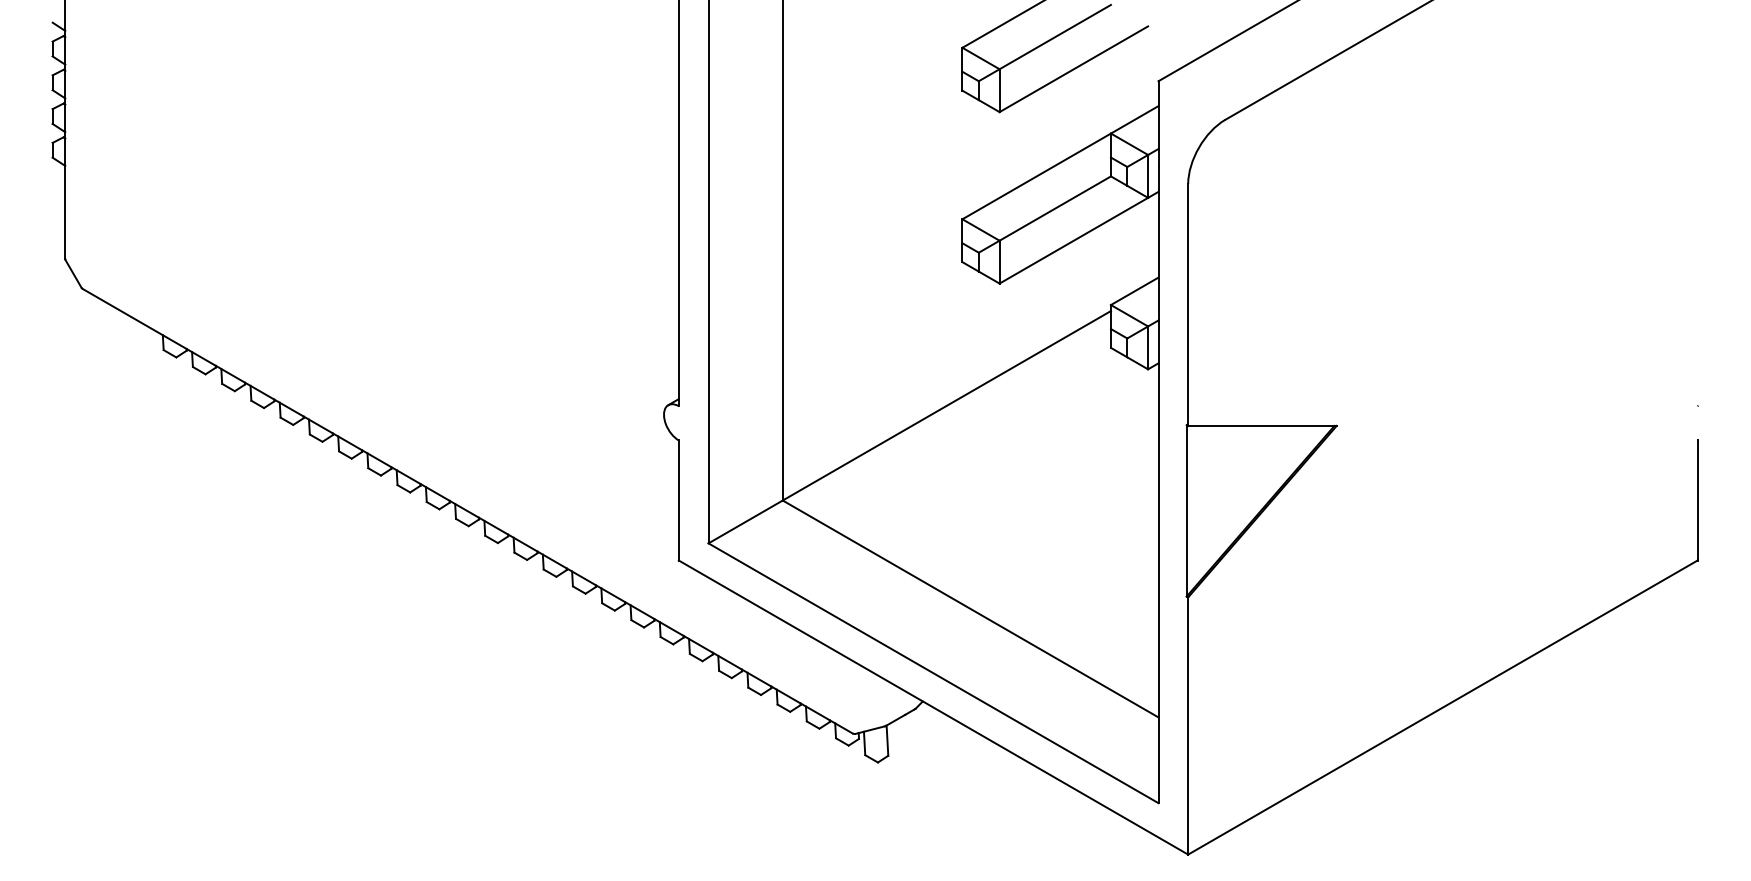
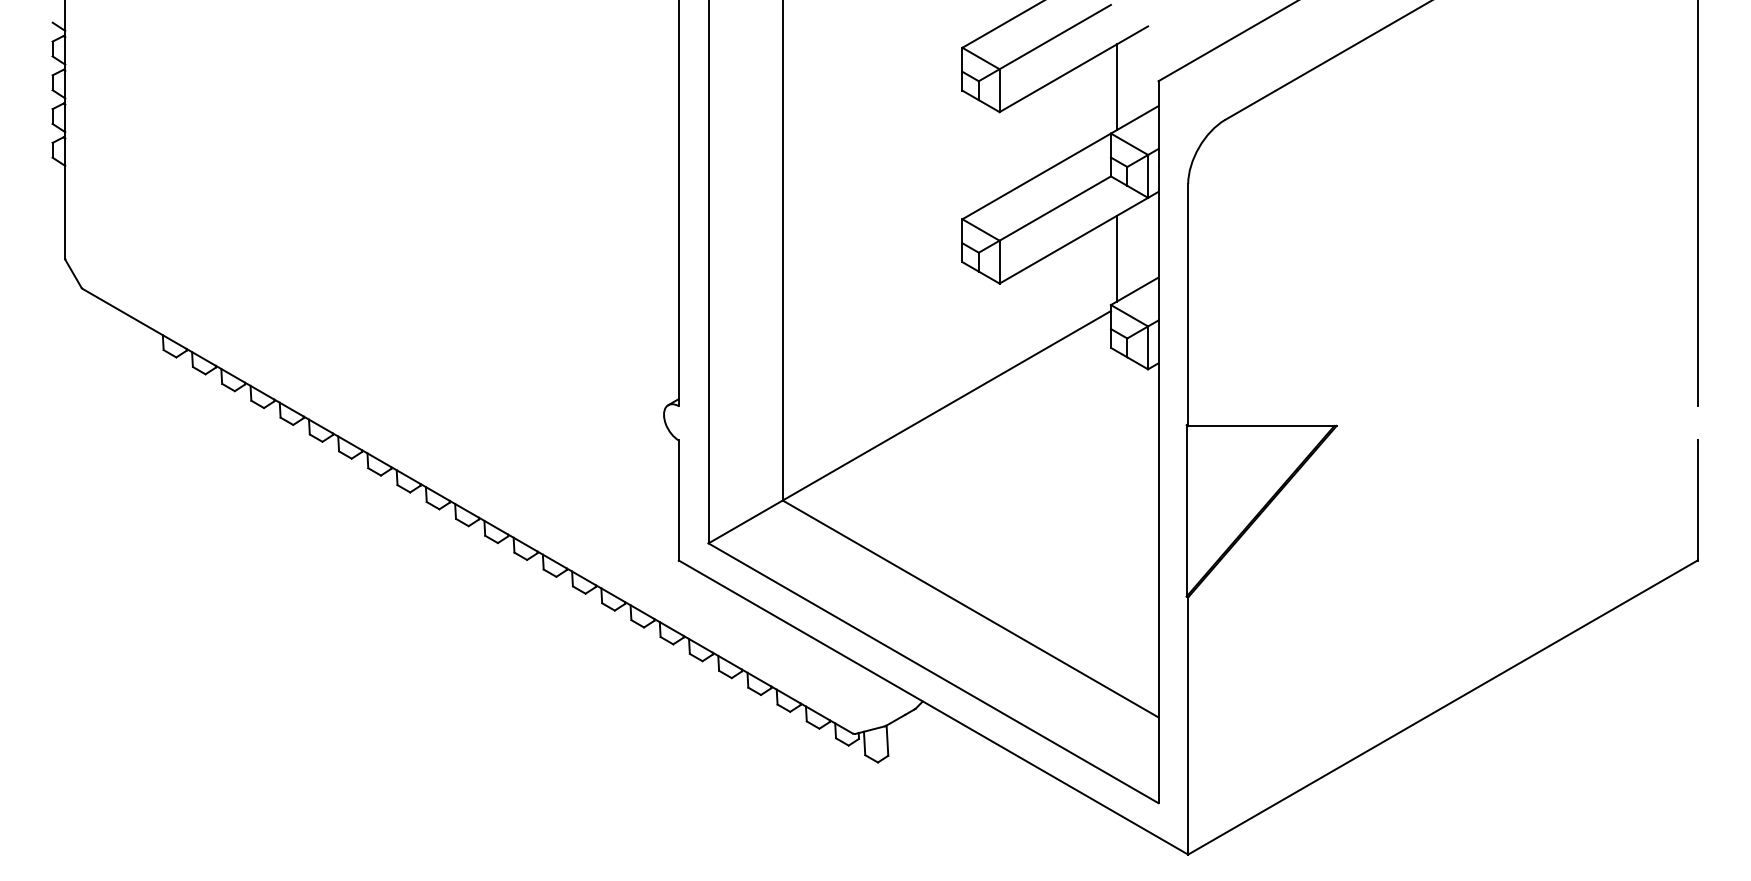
line at (1116, 87): none -> present
line at (1697, 204): none -> present
line at (1116, 258): none -> present
